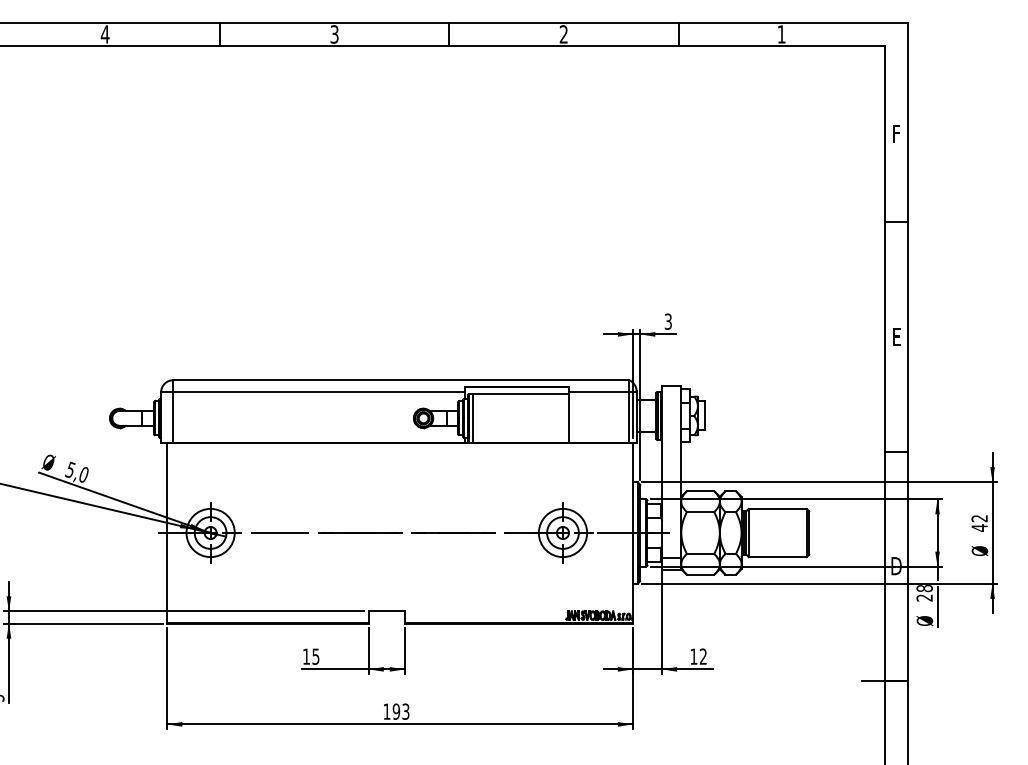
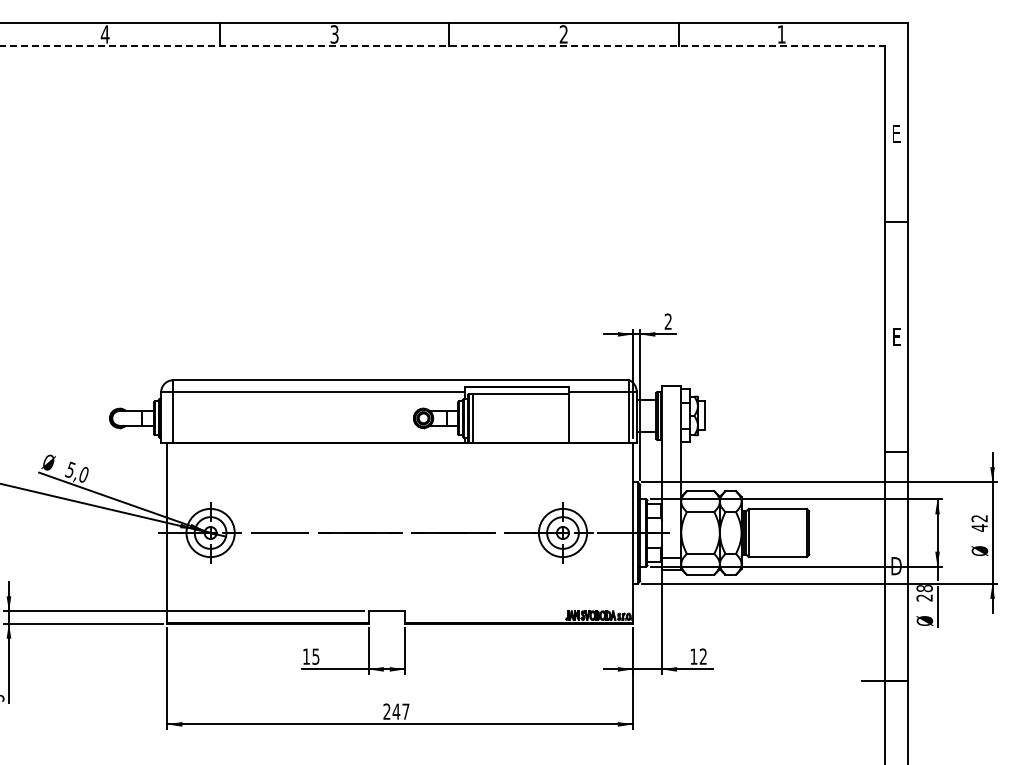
line at (443, 45): solid -> dashed
text at (897, 134): F -> E
text at (667, 321): 3 -> 2
text at (396, 711): 193 -> 247
